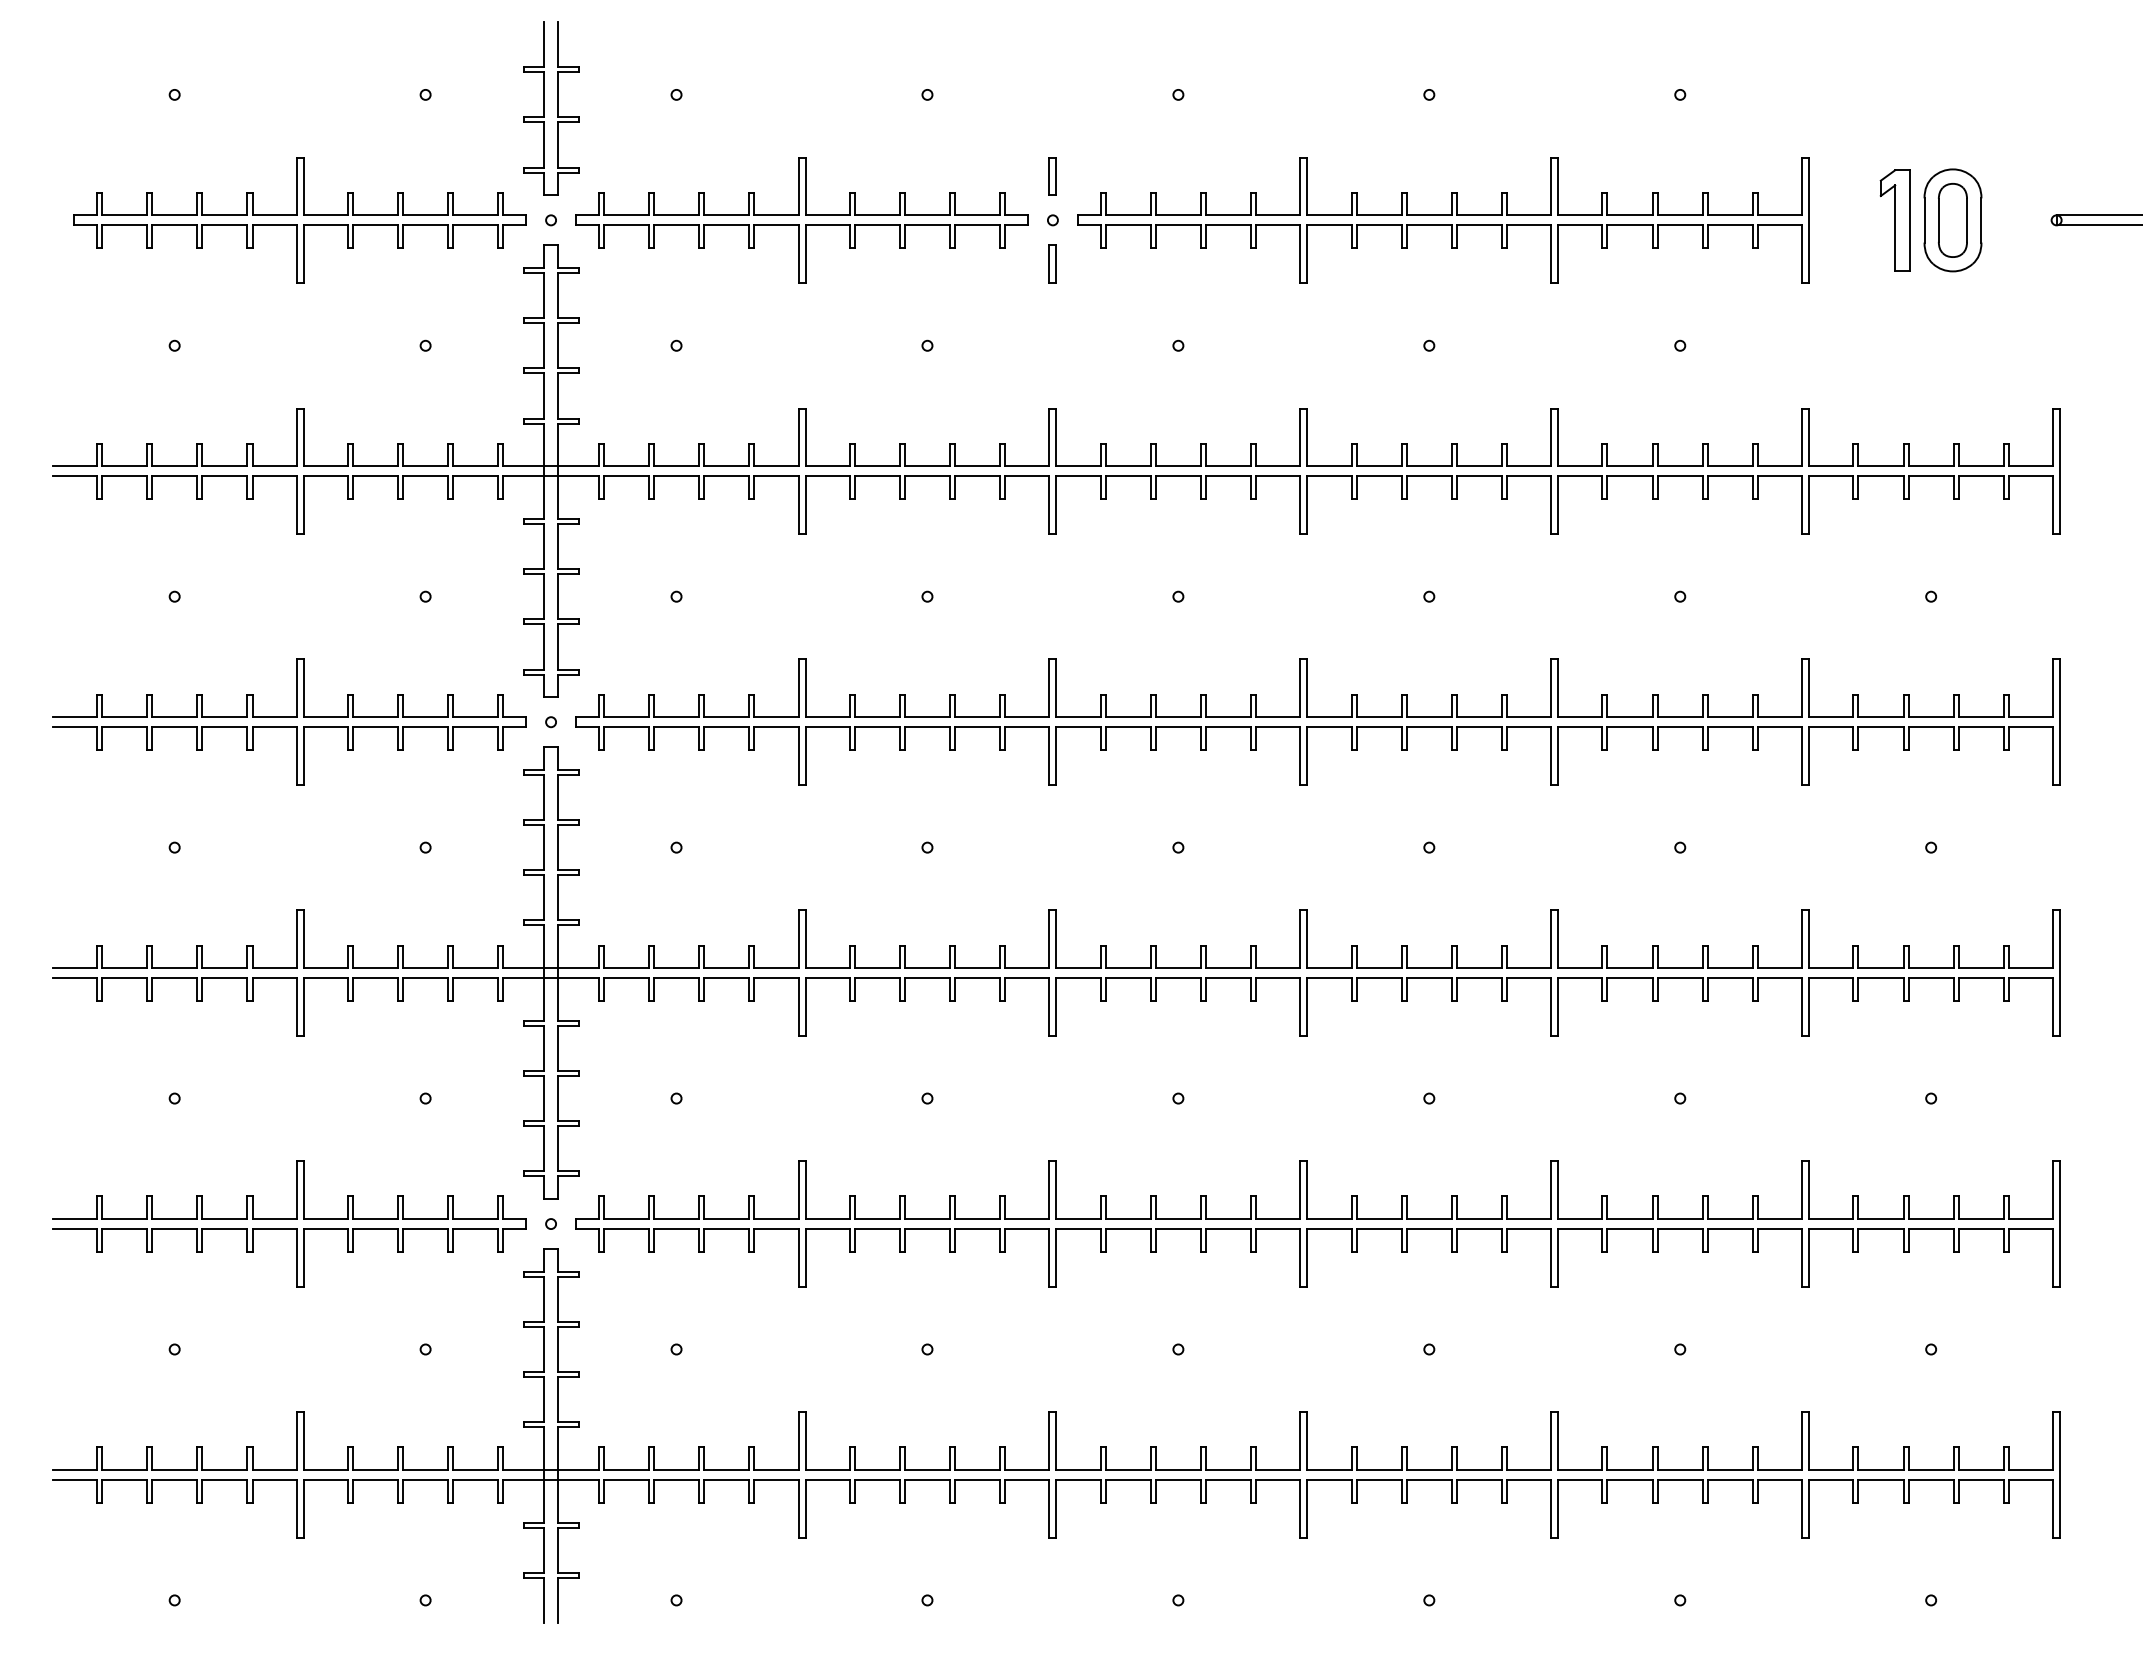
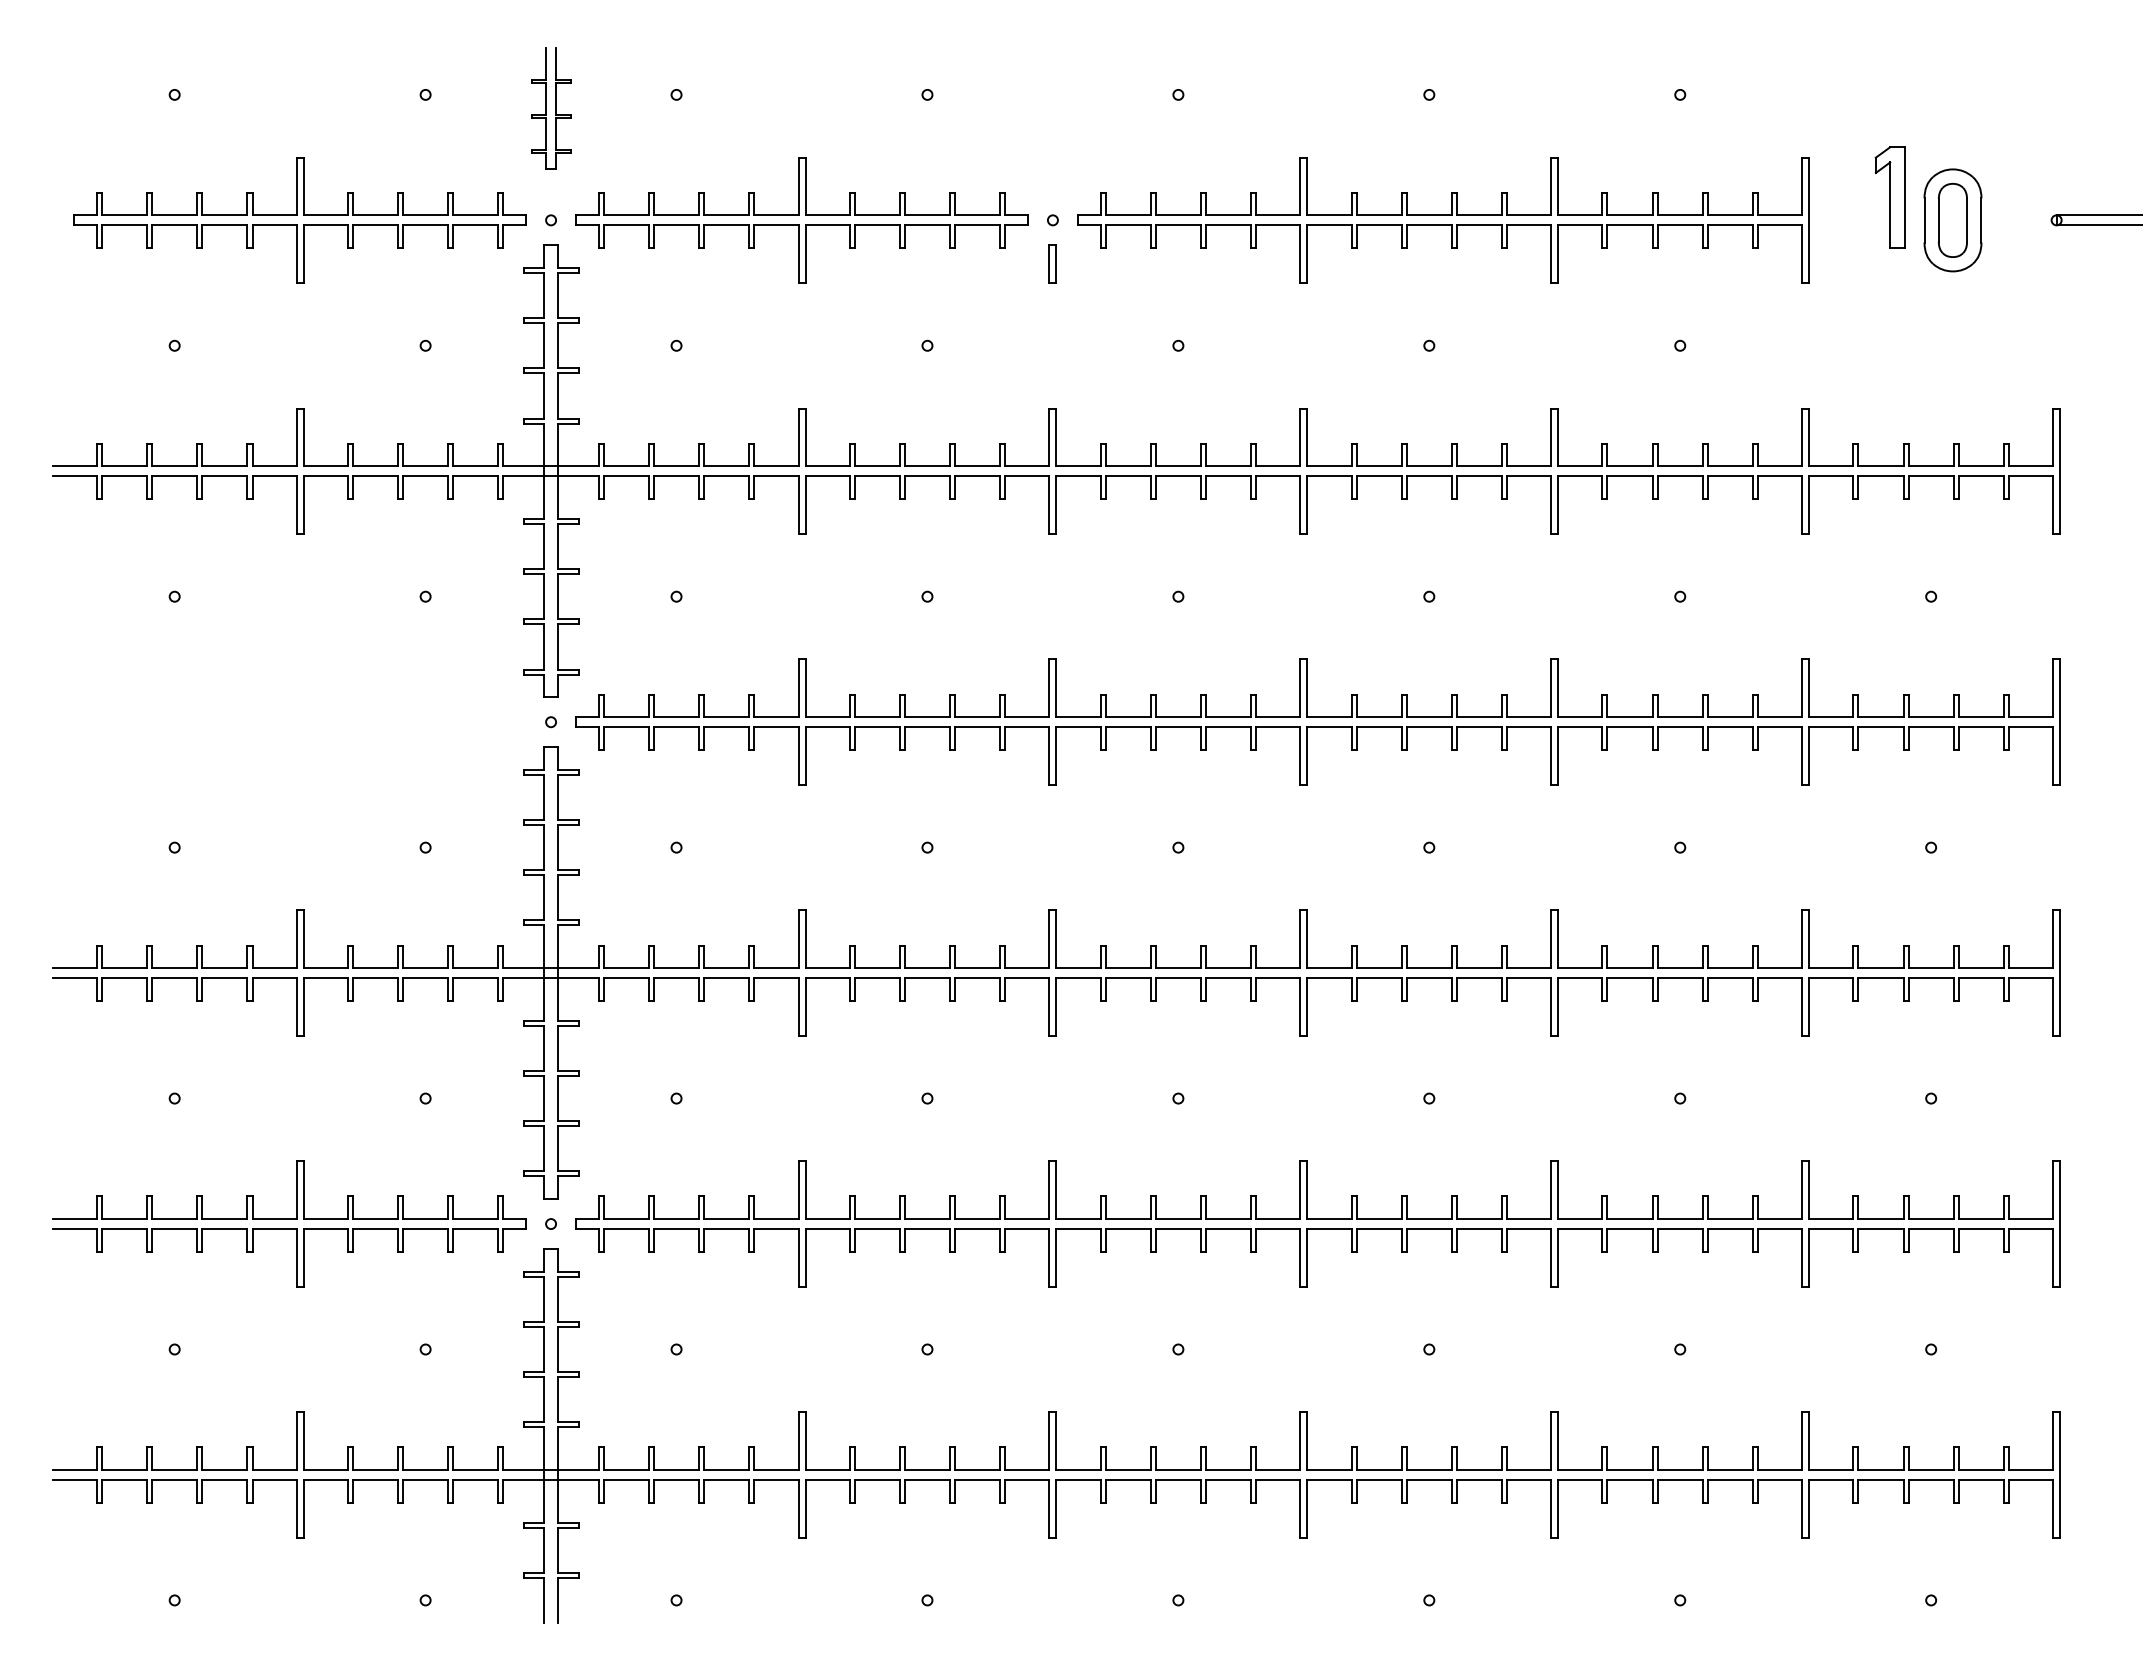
part at (551, 108) size: 57x175 px -> 41x123 px
part at (1052, 176): present -> none
part at (1894, 220) position: (1894, 220) -> (1889, 197)
part at (289, 721): present -> none
